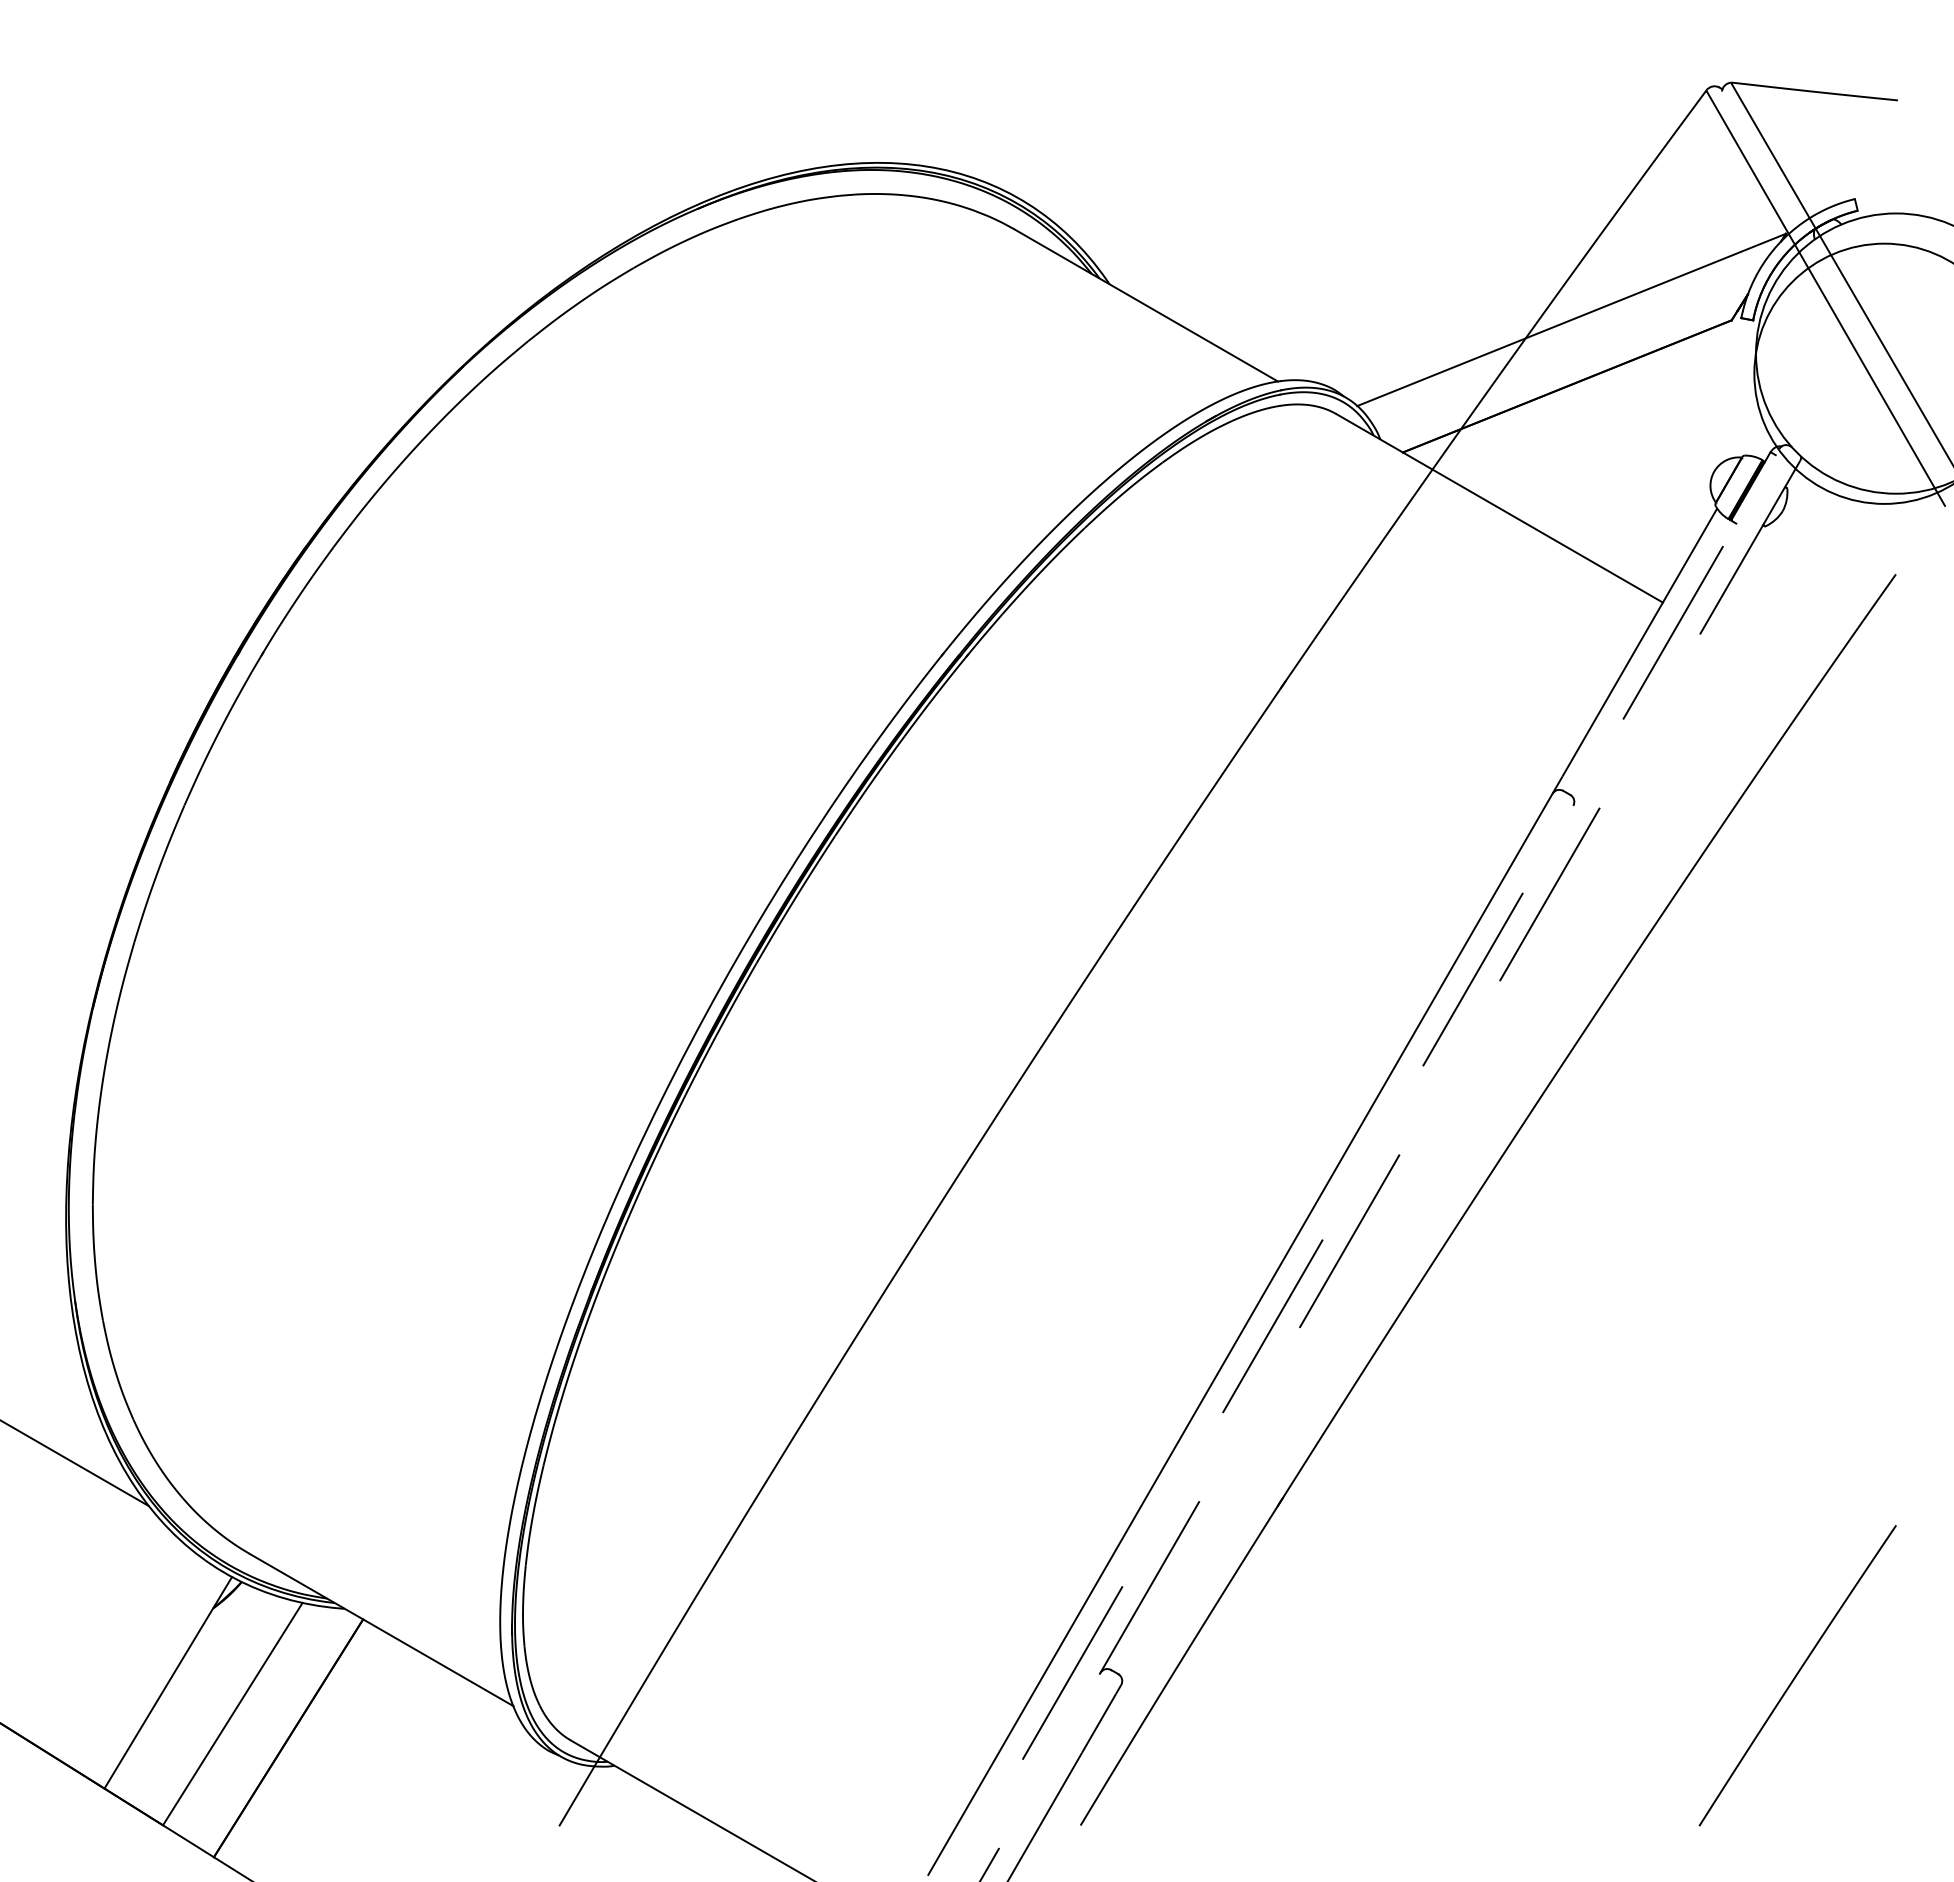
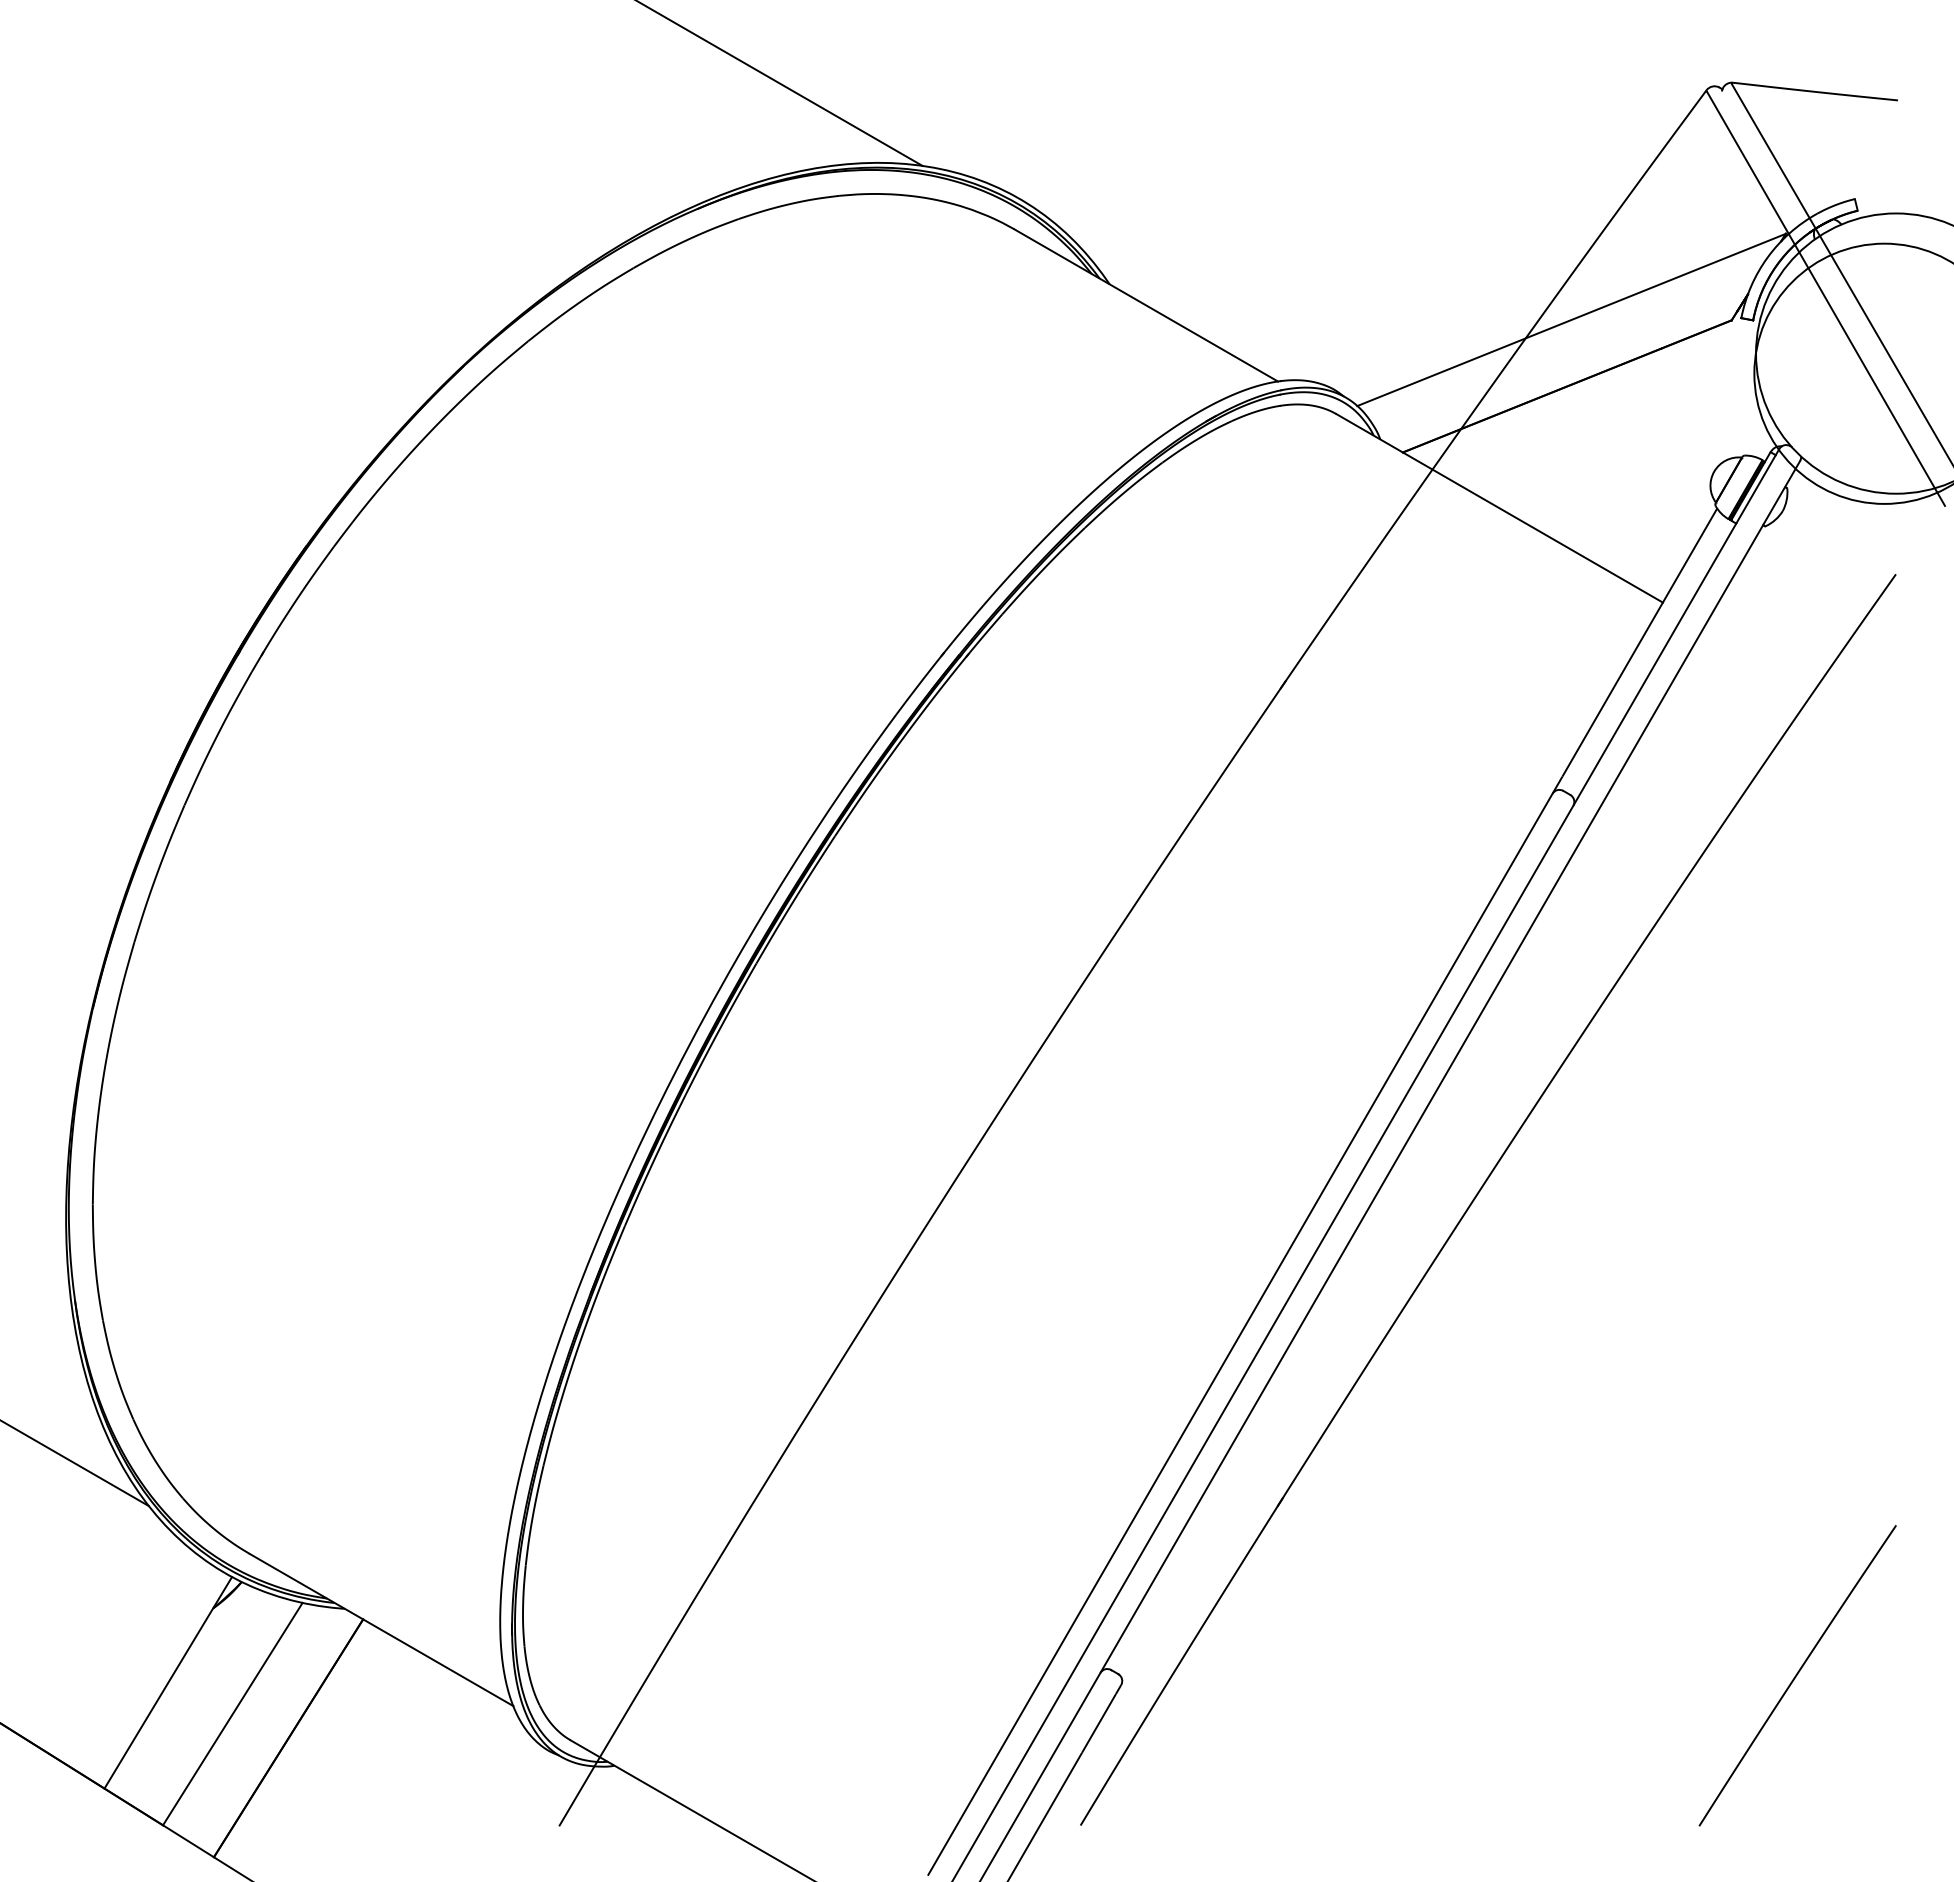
line at (780, 83): none -> present
line at (1365, 1165): dashed -> solid
line at (1390, 1171): dashed -> solid
